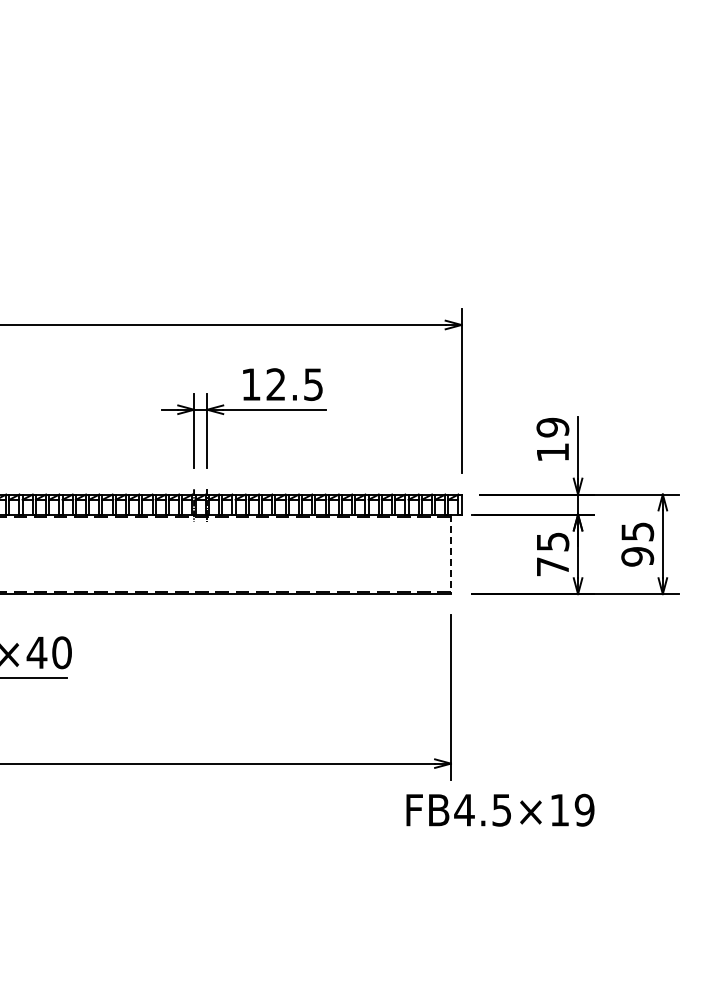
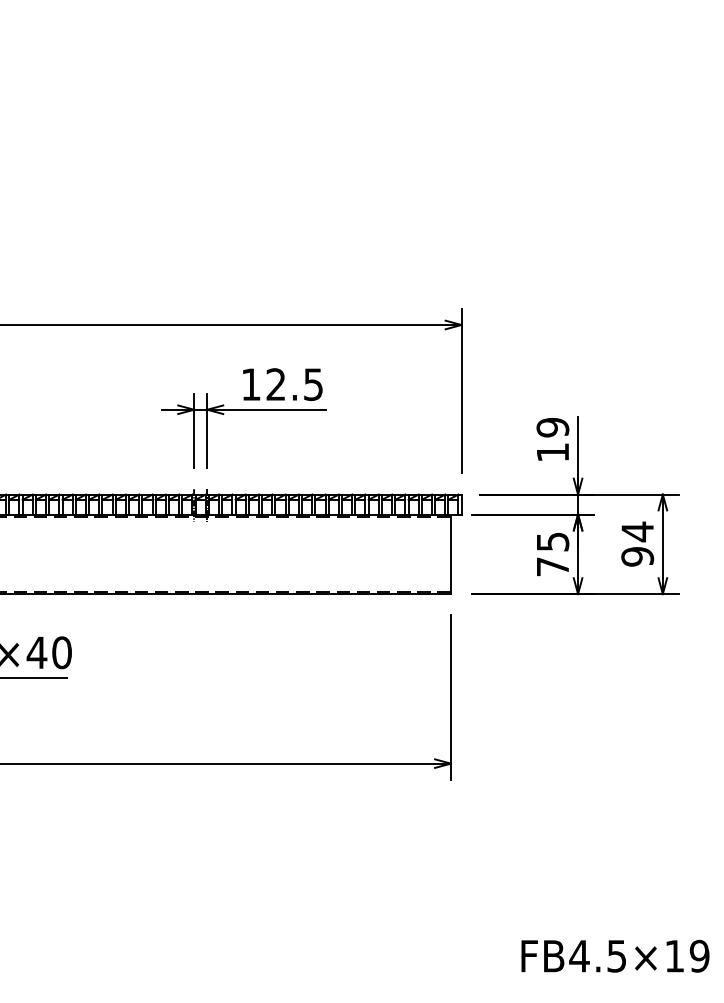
text at (637, 531): 95 -> 94
line at (450, 554): dashed -> solid
text at (500, 809) position: (500, 809) -> (615, 955)
